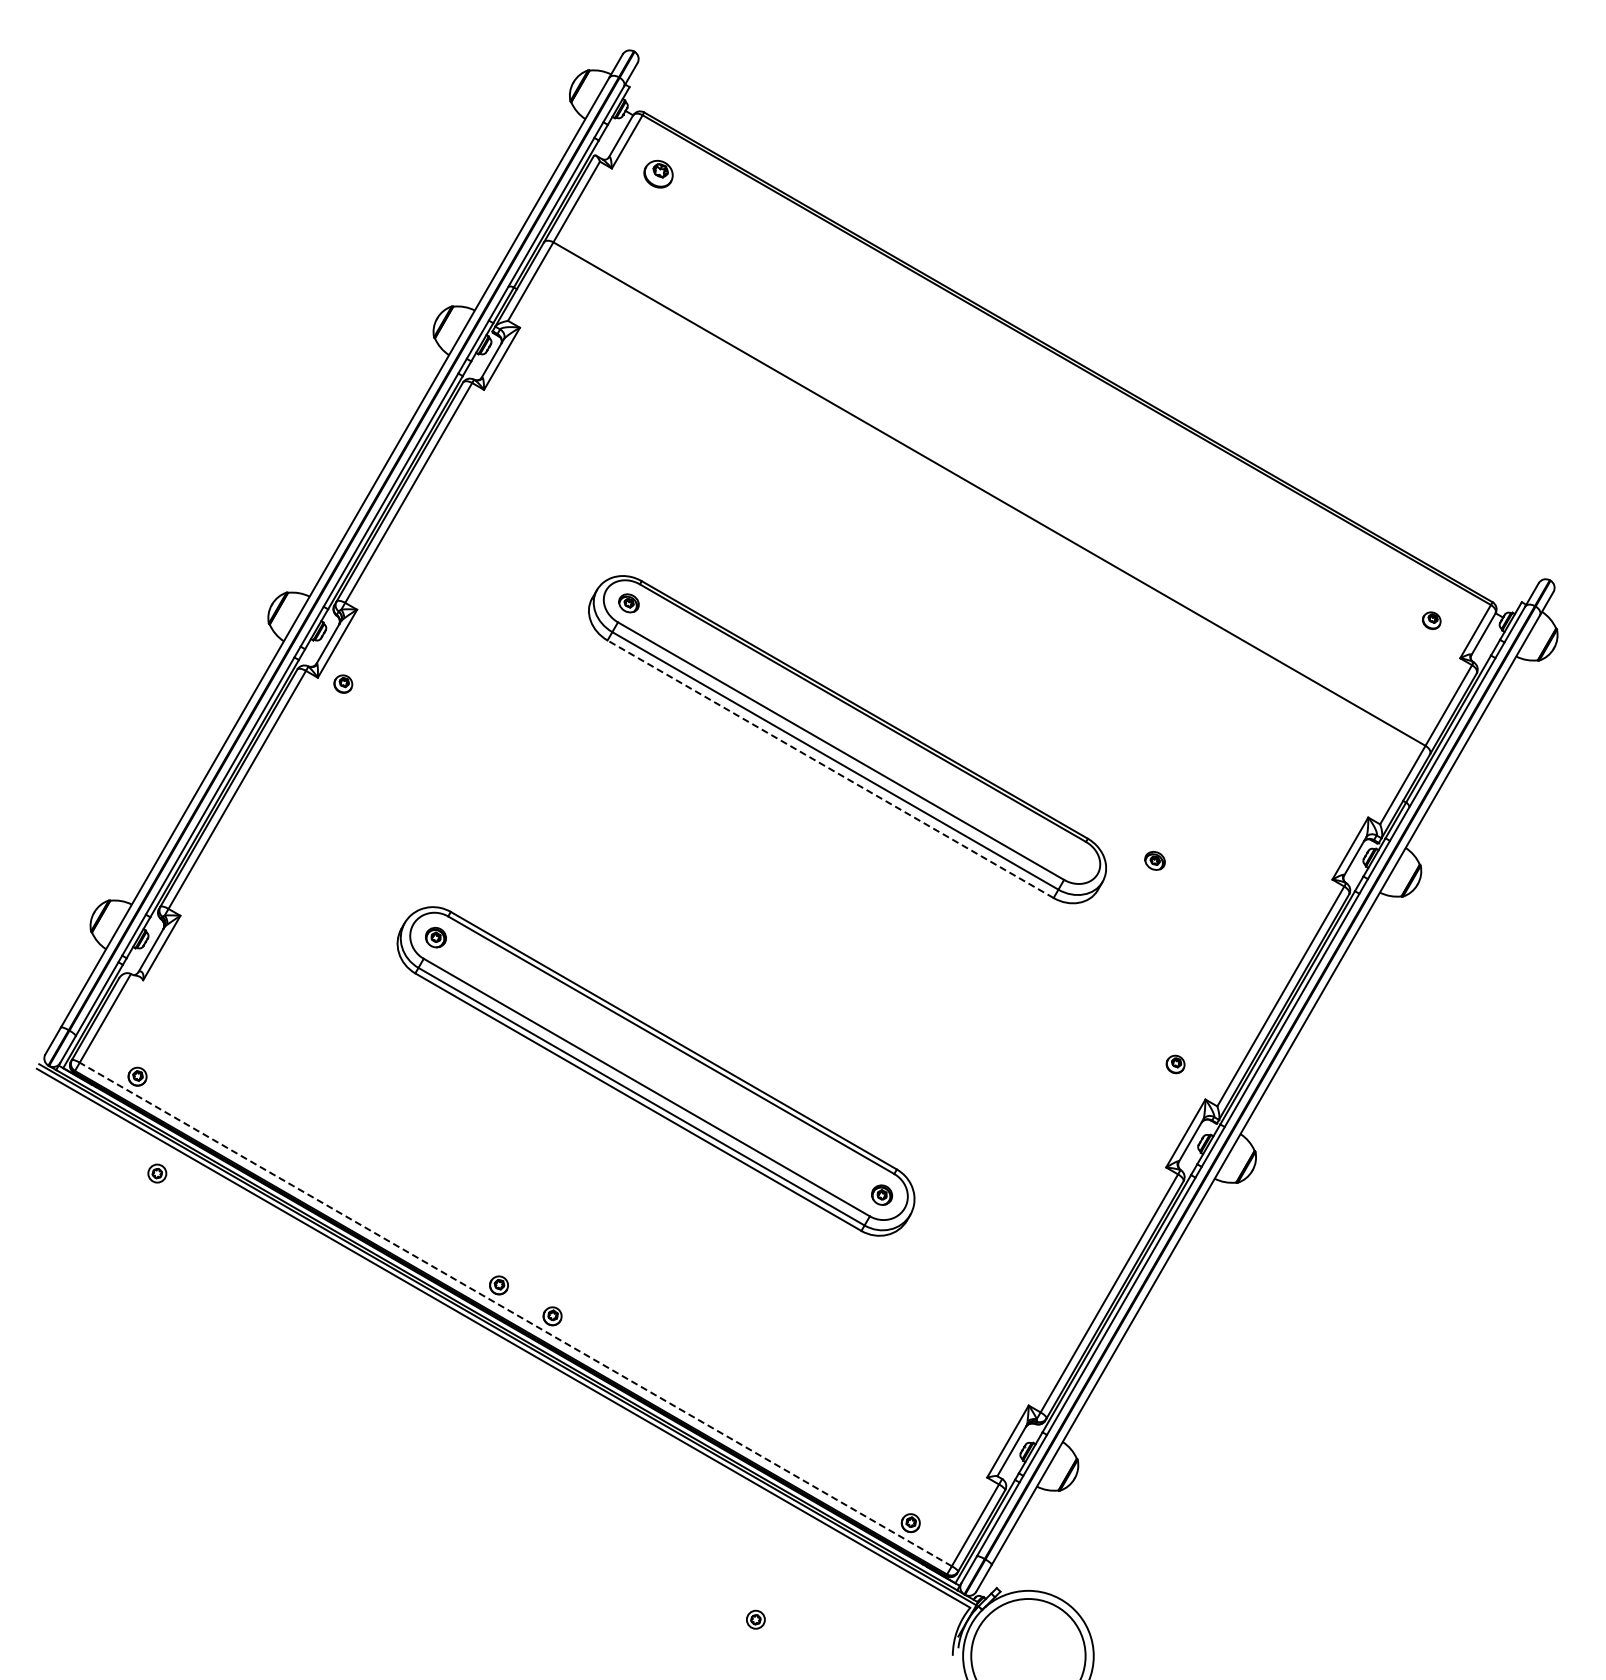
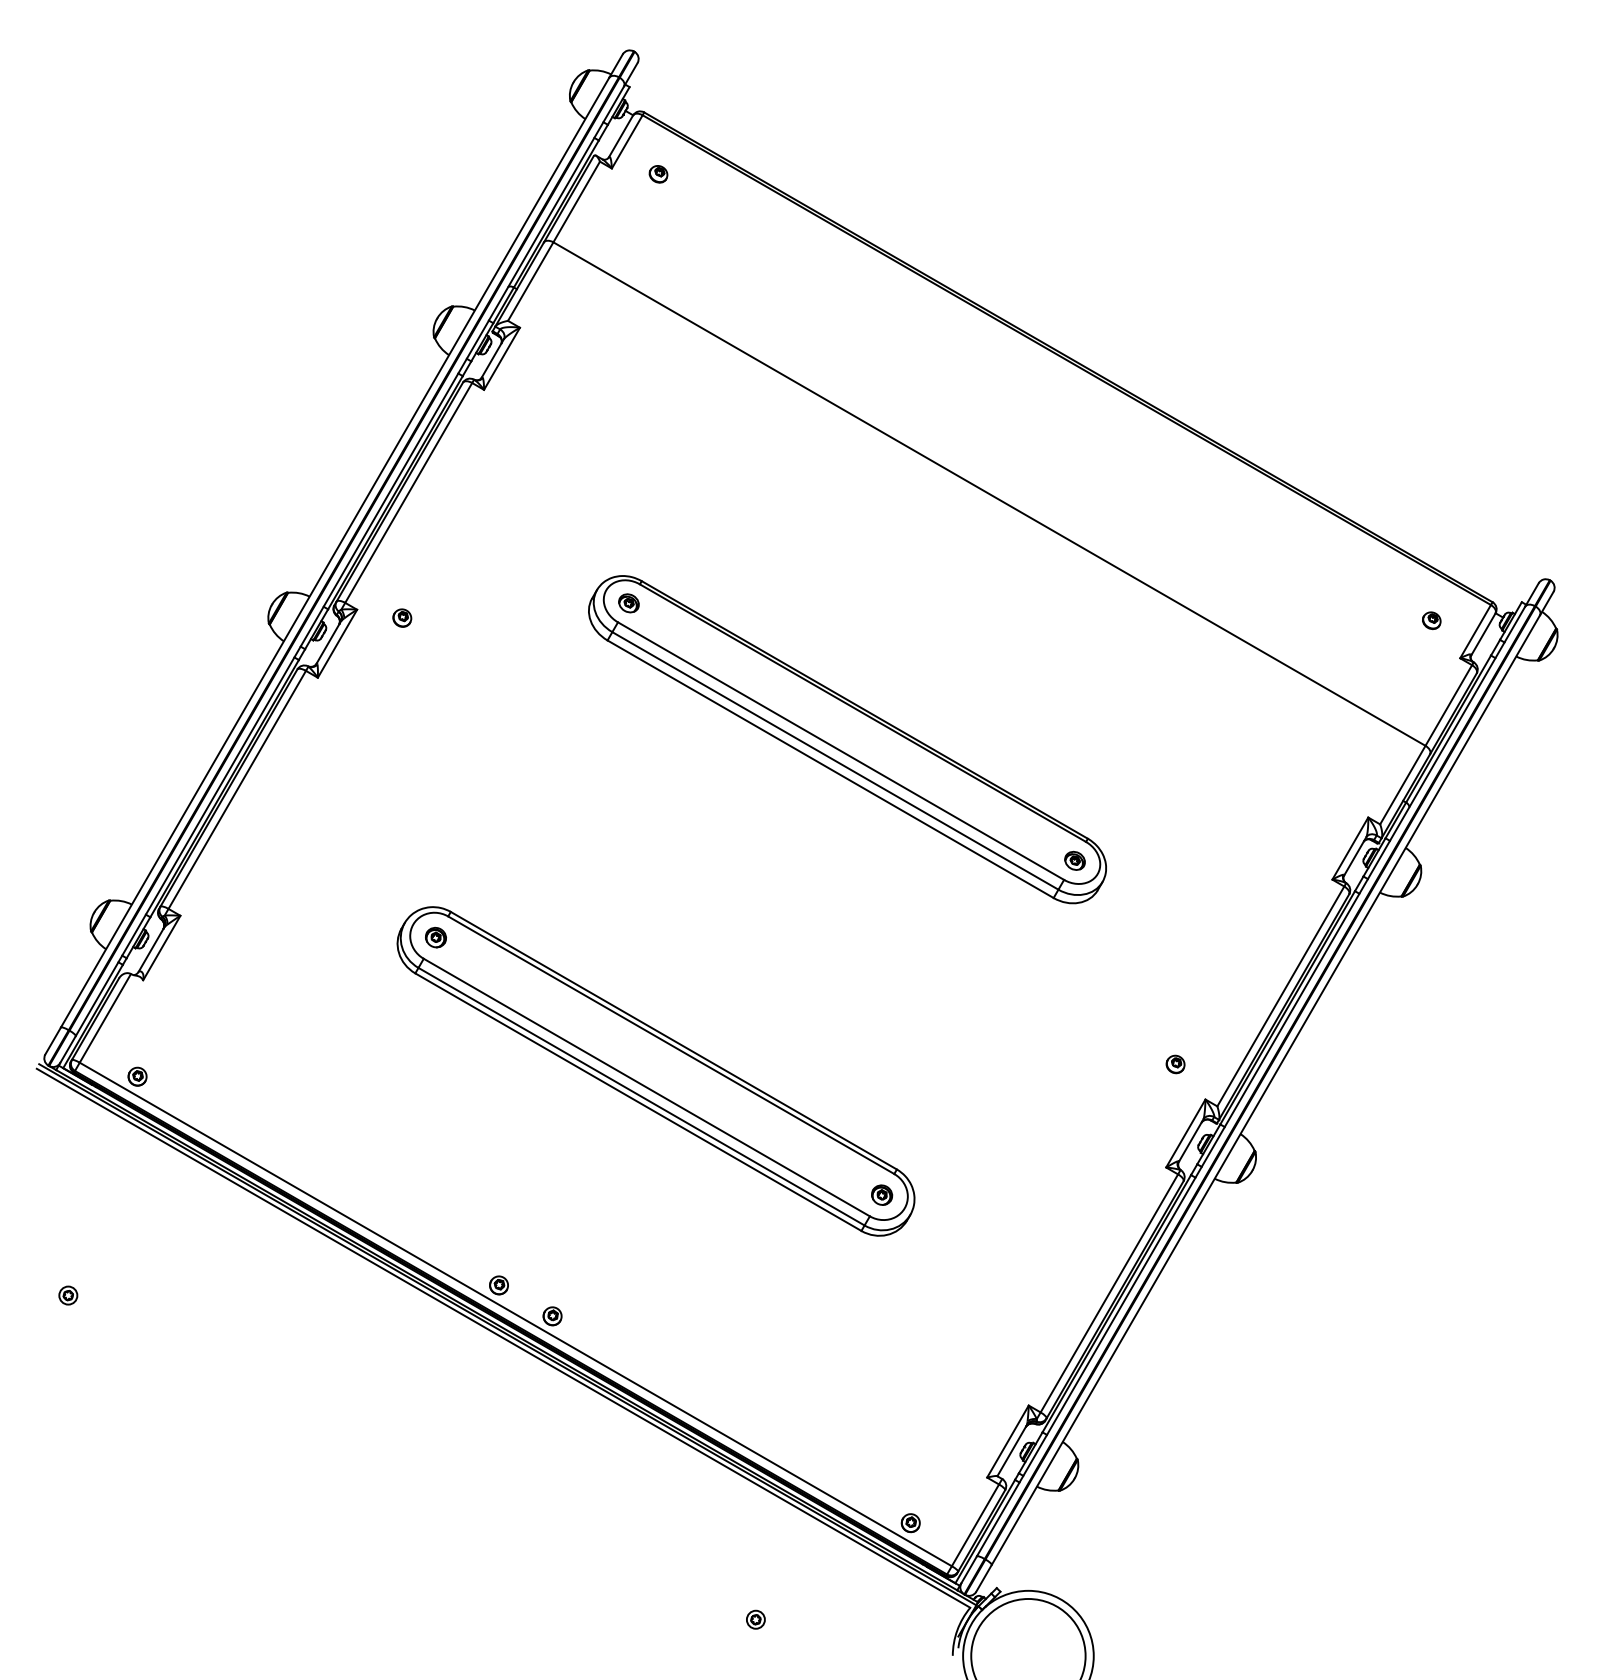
part at (658, 174) size: 31x29 px -> 21x19 px
part at (343, 683) position: (343, 683) -> (402, 617)
line at (830, 769): dashed -> solid
part at (1154, 860) position: (1154, 860) -> (1074, 860)
part at (157, 1173) position: (157, 1173) -> (68, 1295)
line at (515, 1314): dashed -> solid
